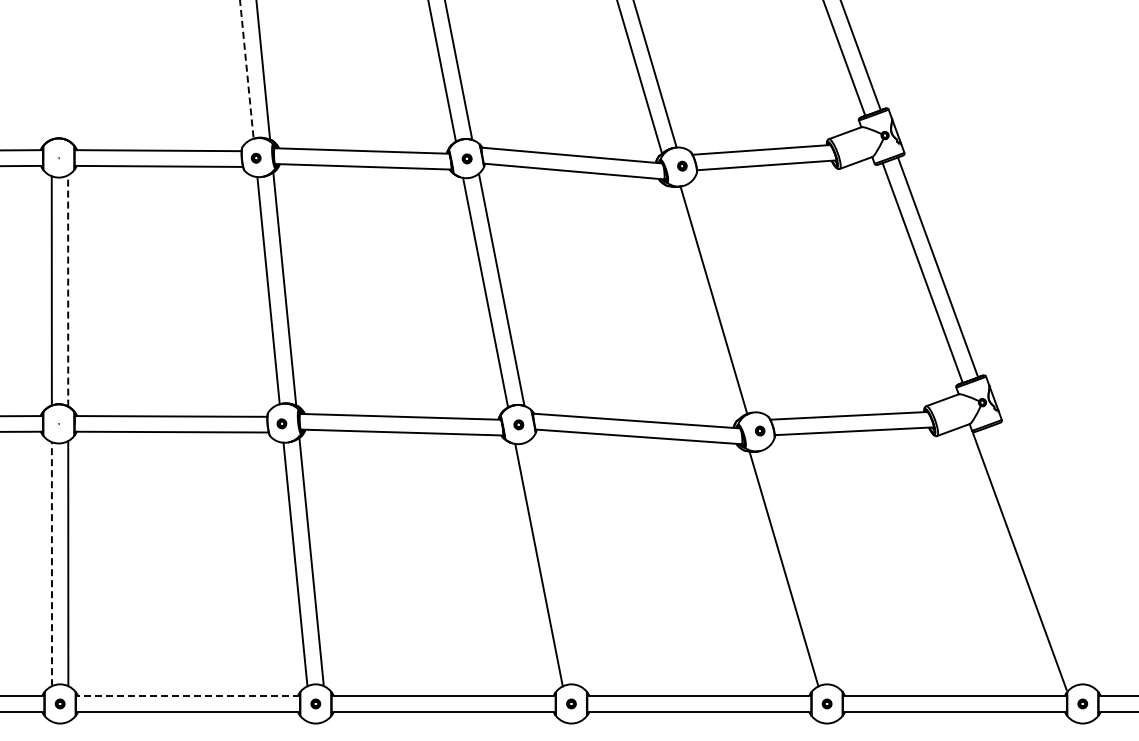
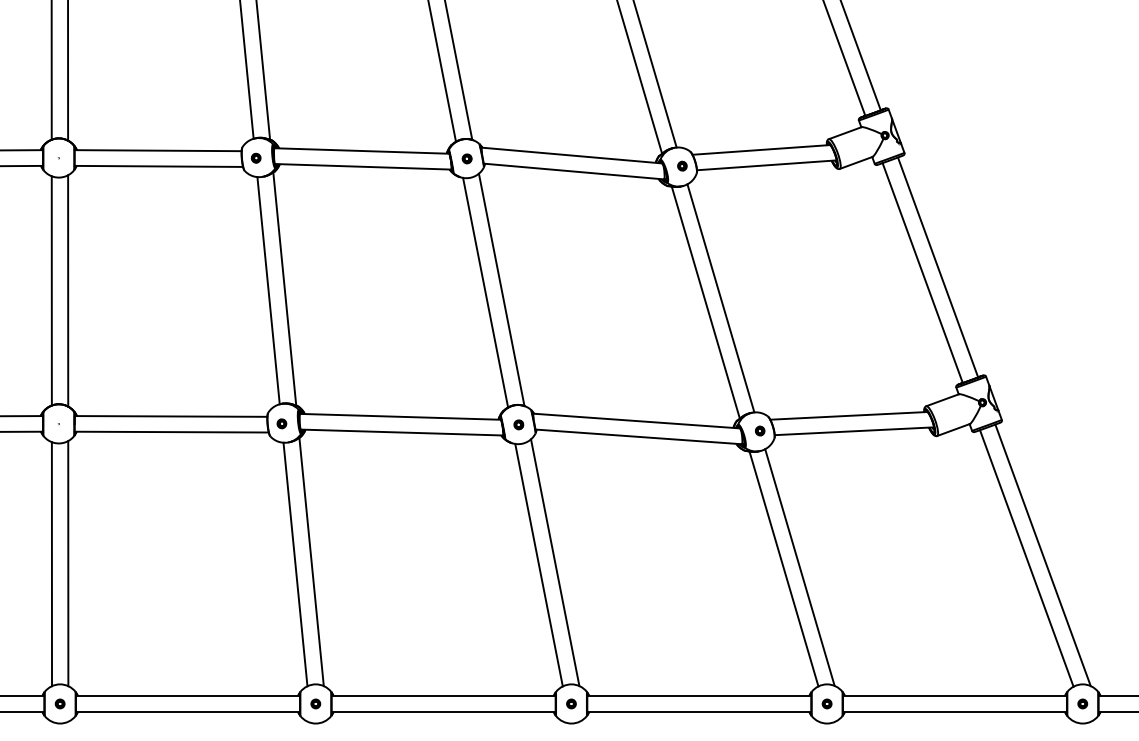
line at (51, 70): none -> present
line at (246, 70): dashed -> solid
line at (68, 71): none -> present
line at (68, 290): dashed -> solid
line at (713, 300) position: (713, 300) -> (720, 298)
line at (705, 302): none -> present
line at (1042, 555): none -> present
line at (1019, 561) position: (1019, 561) -> (1026, 558)
line at (555, 562): none -> present
line at (51, 564): dashed -> solid
line at (799, 567): none -> present
line at (188, 695): dashed -> solid
